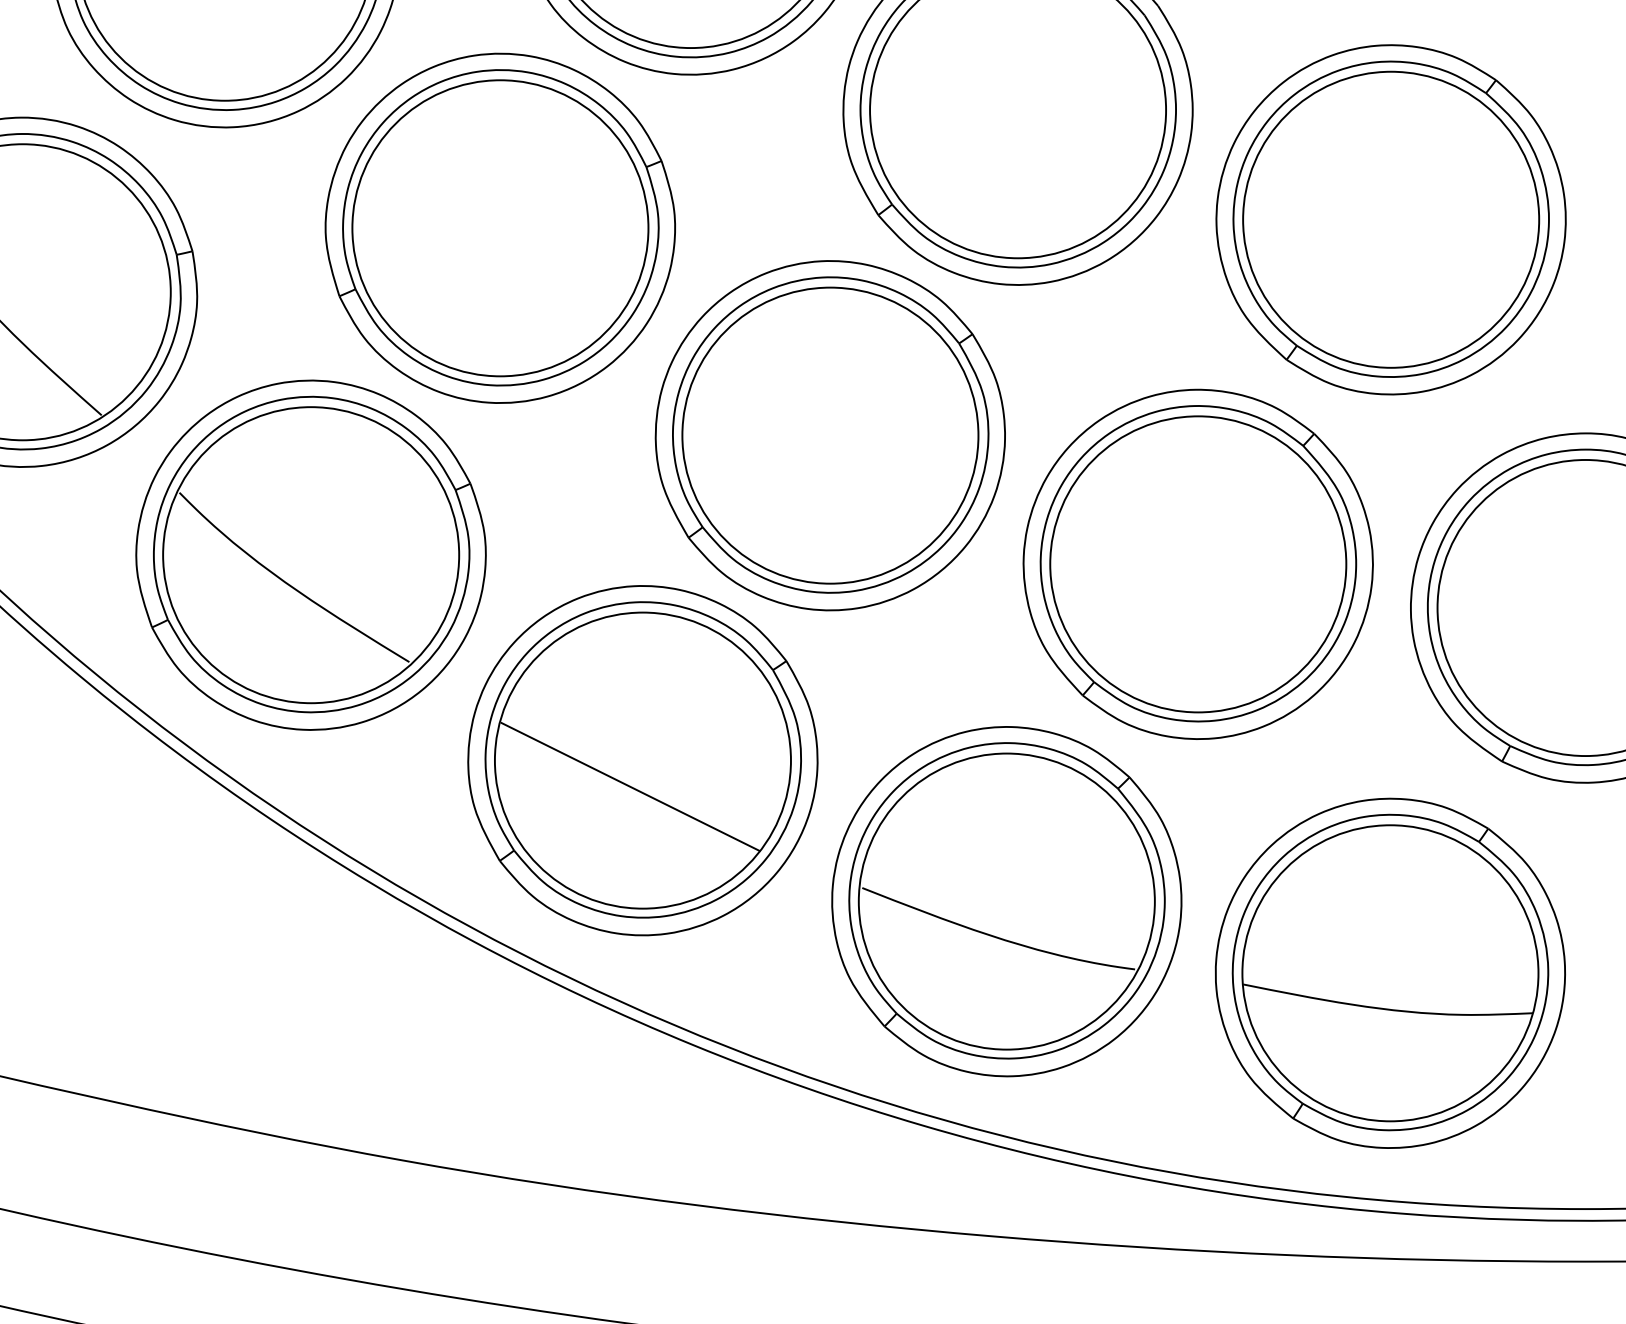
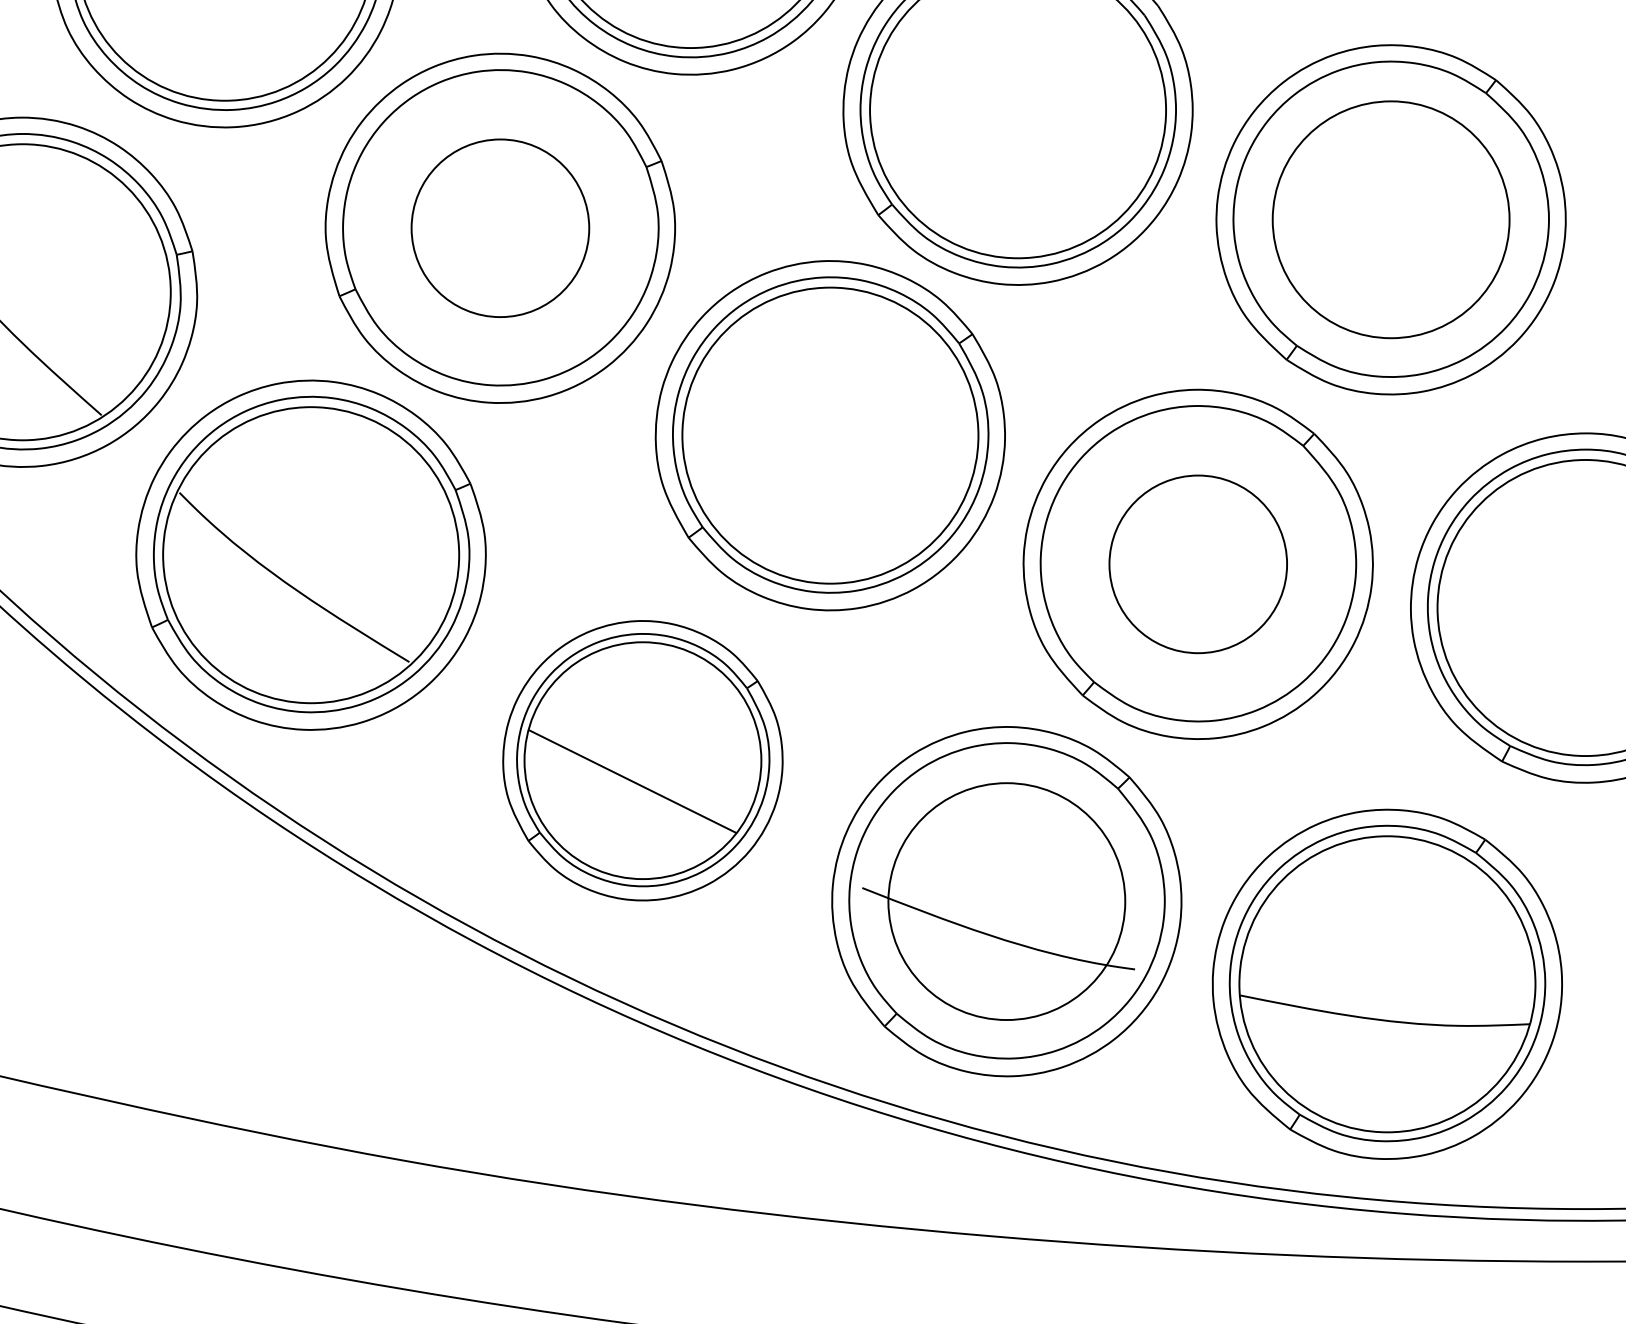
circle at (1391, 219) diameter: 296 px -> 237 px
circle at (500, 228) diameter: 296 px -> 178 px
circle at (1198, 564) diameter: 296 px -> 178 px
part at (642, 760) size: 352x352 px -> 282x282 px
circle at (1006, 901) diameter: 296 px -> 237 px
part at (1389, 972) position: (1389, 972) -> (1386, 983)
